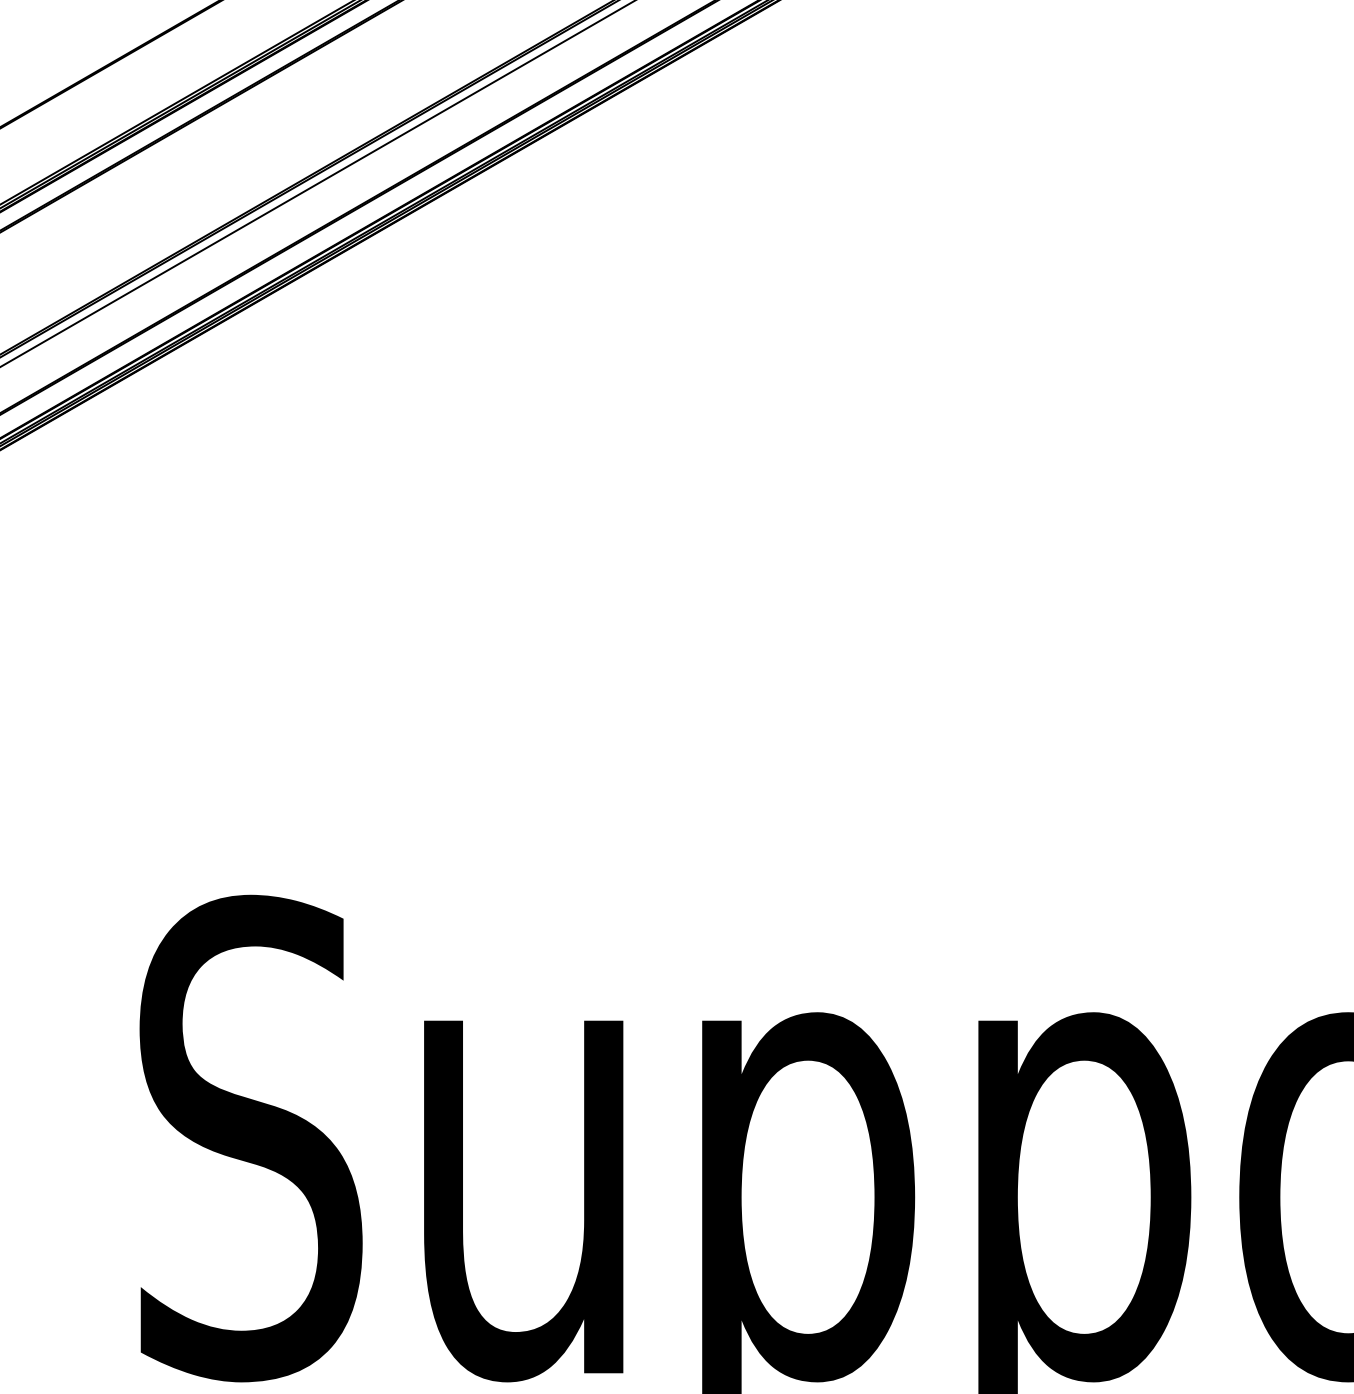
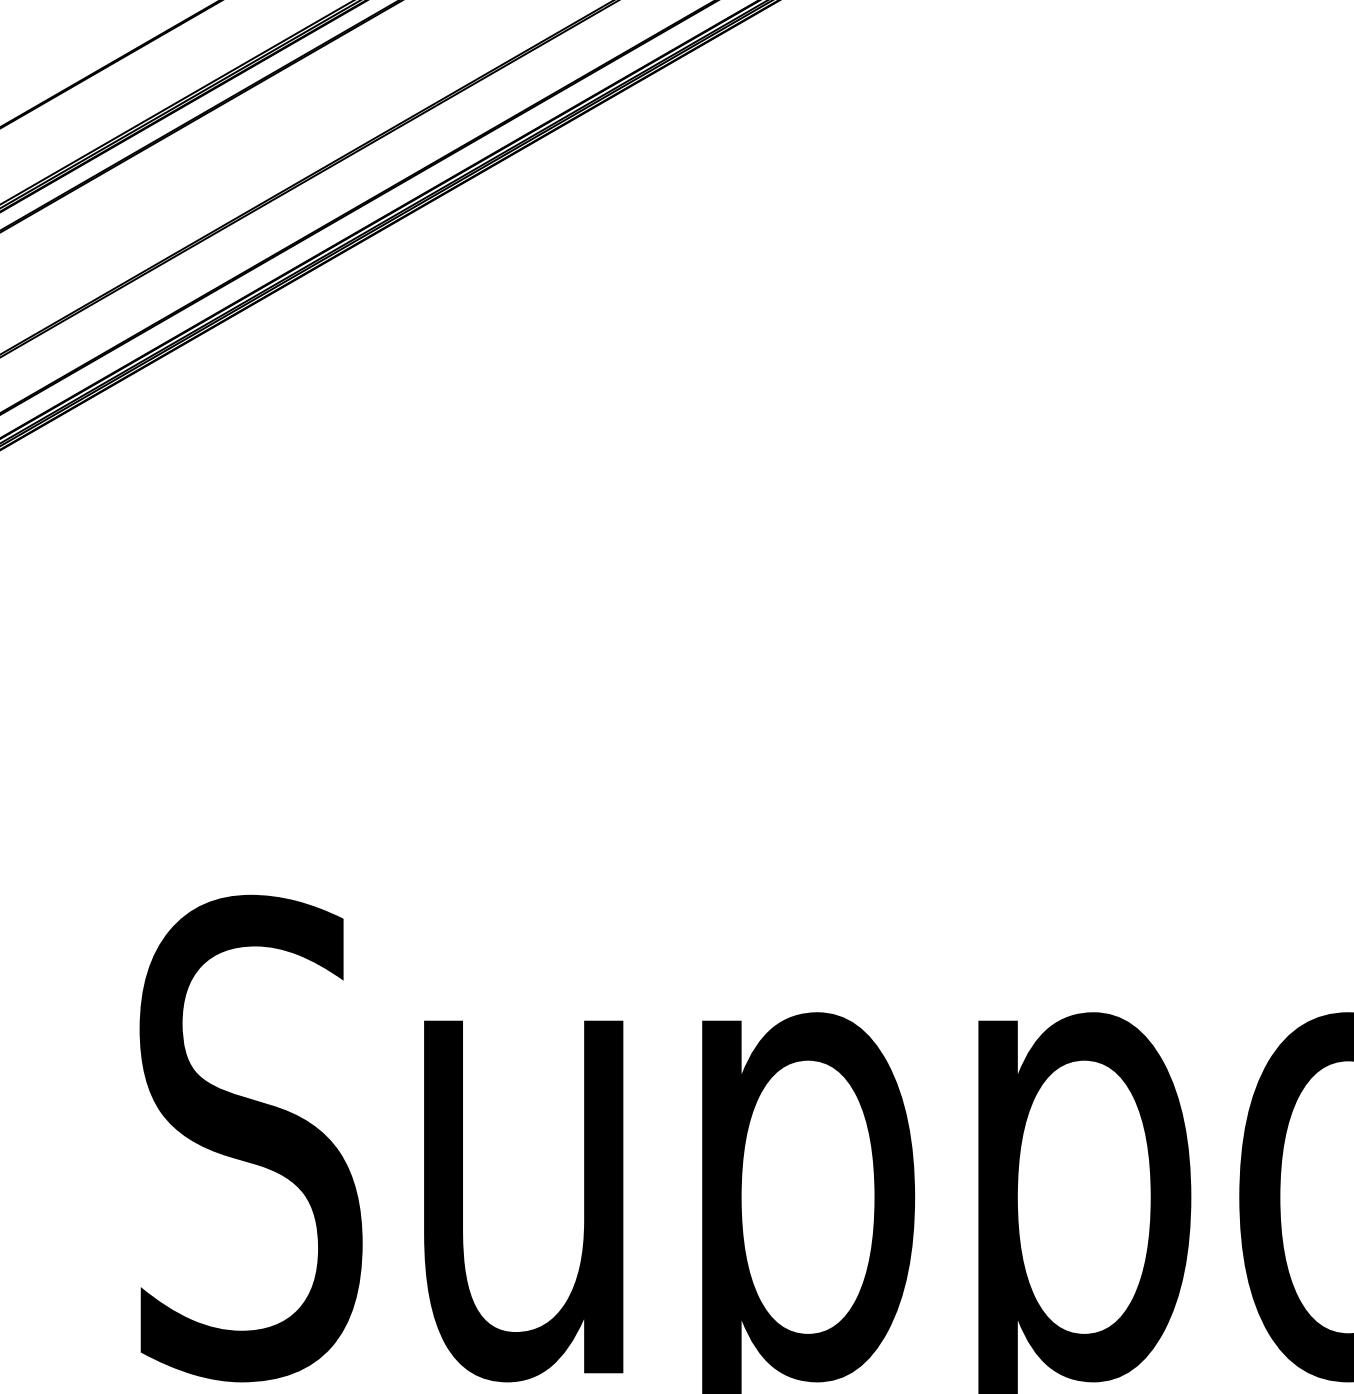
line at (317, 183): present -> none
